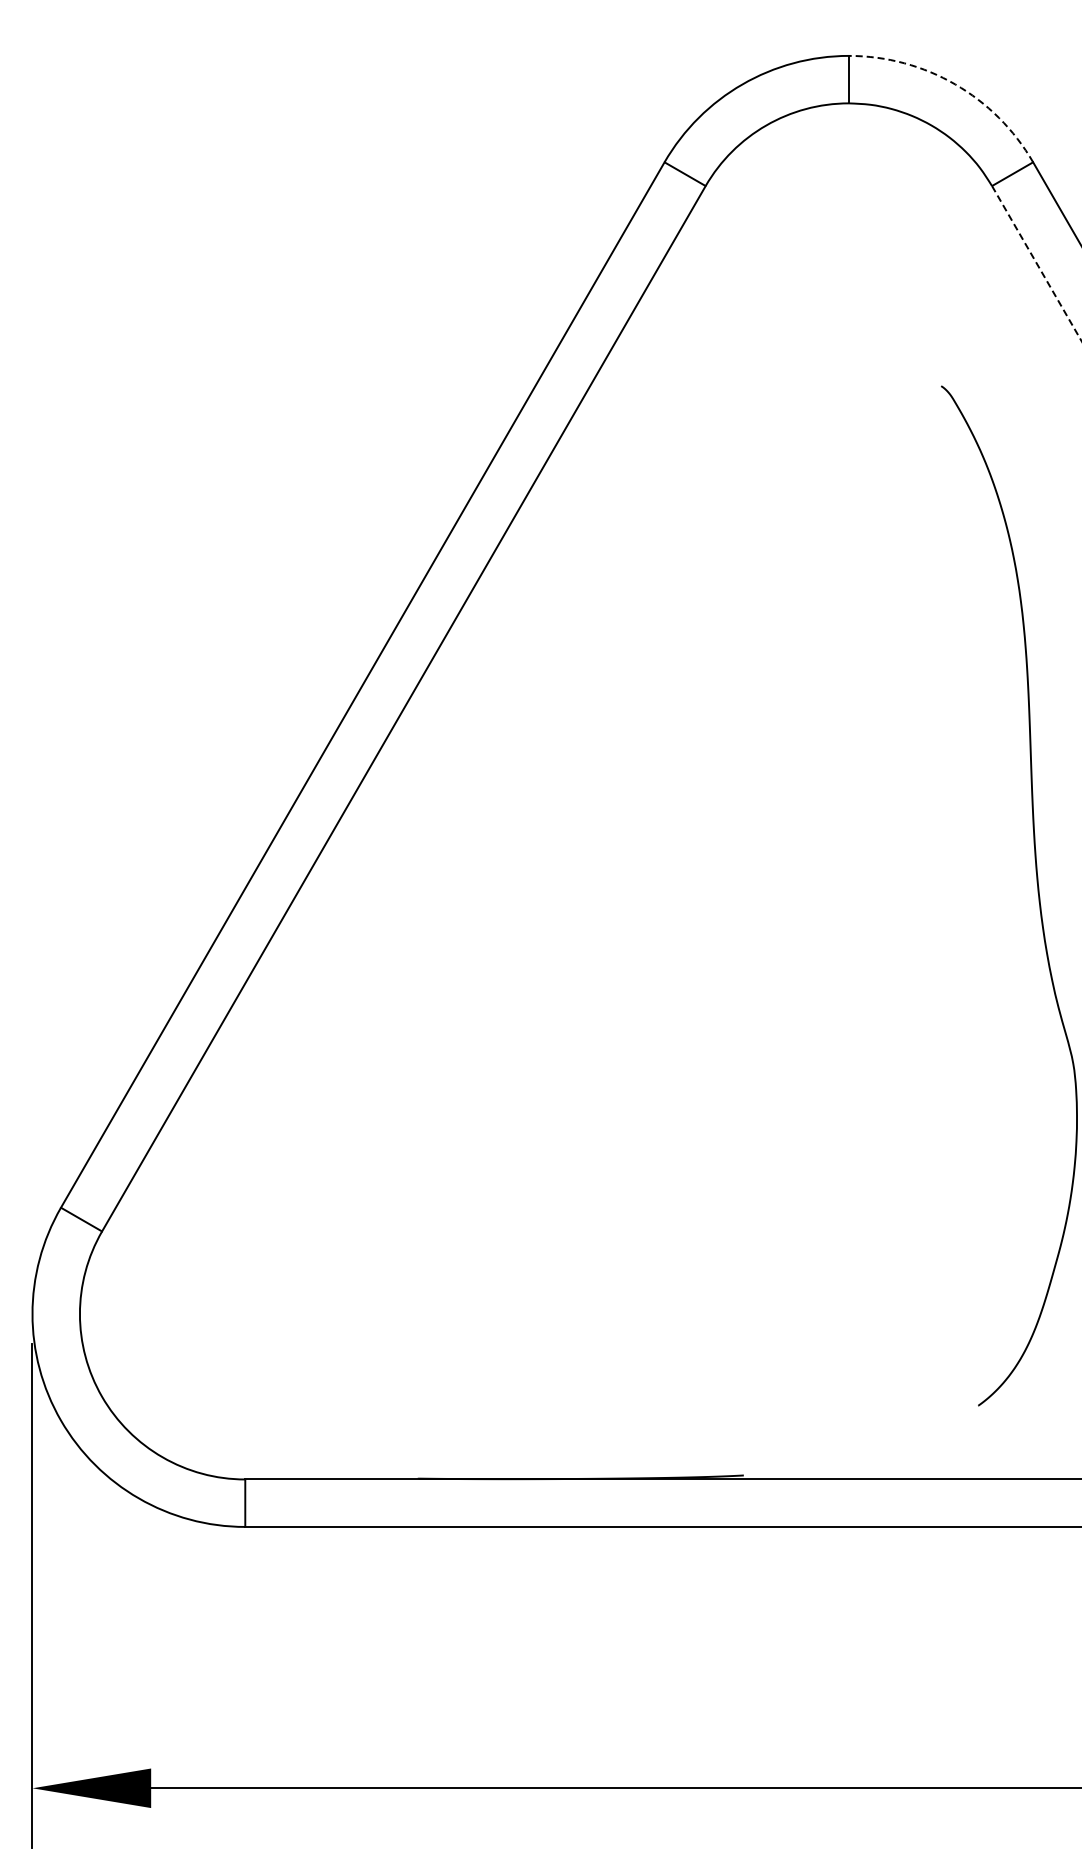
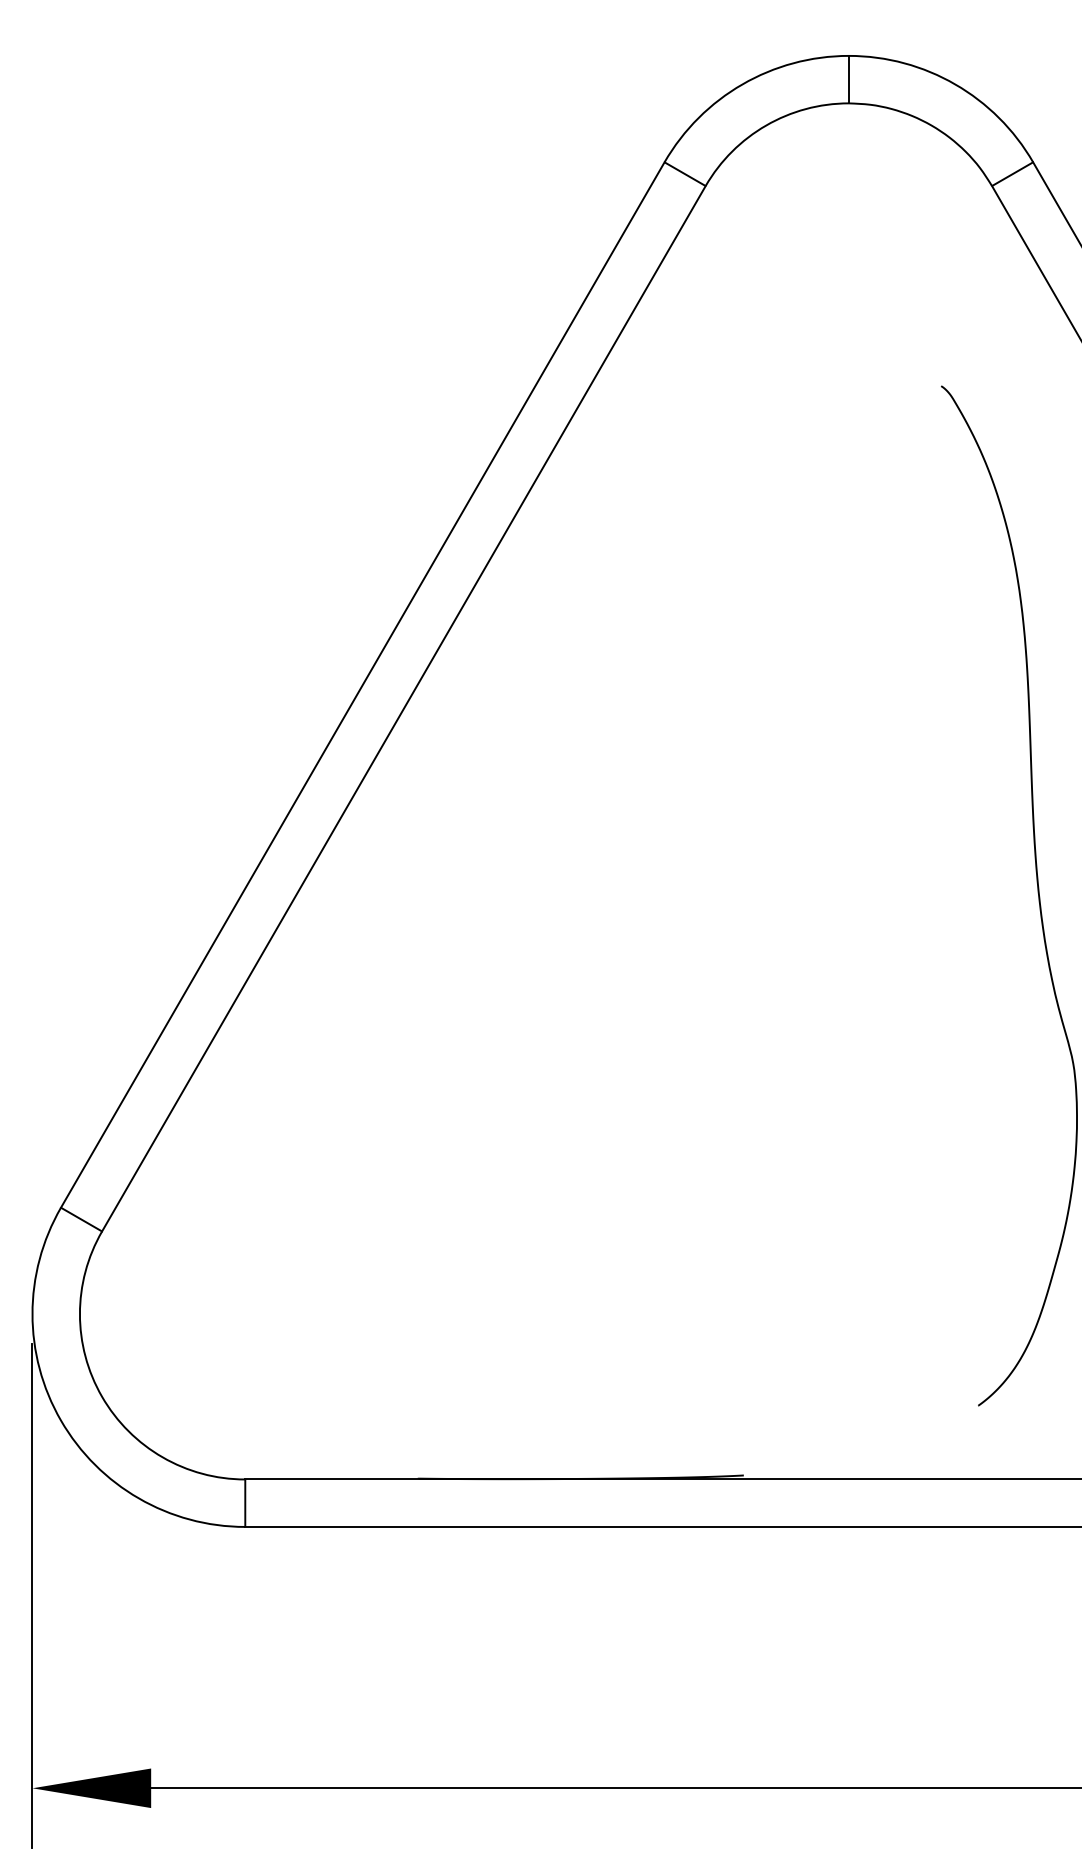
arc at (955, 84): dashed -> solid
line at (1037, 263): dashed -> solid
